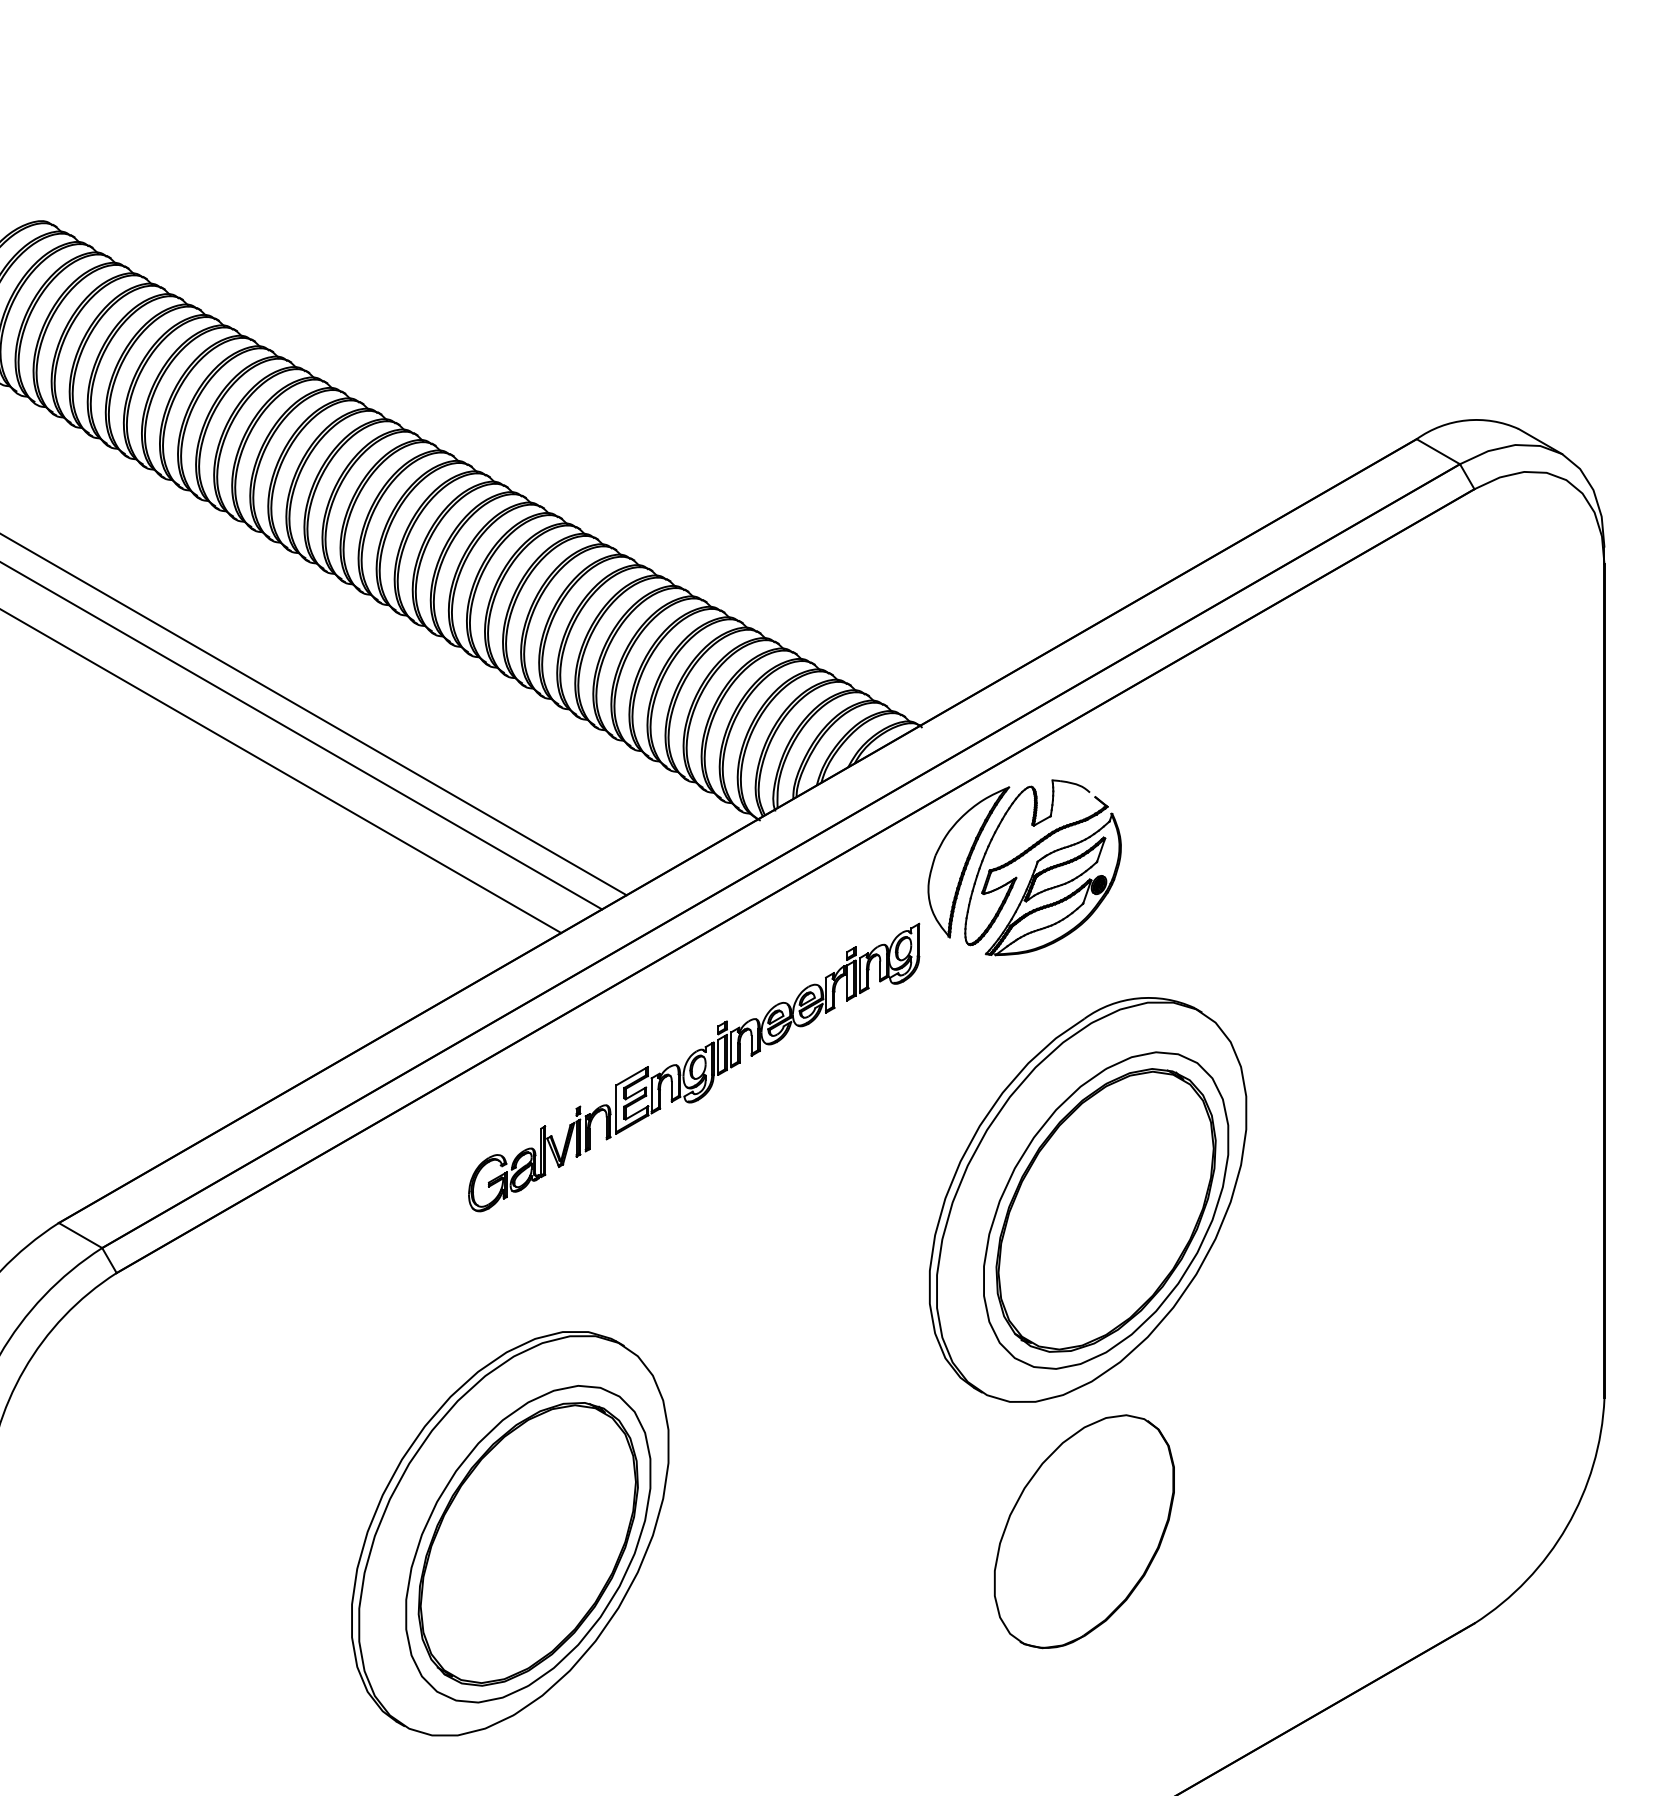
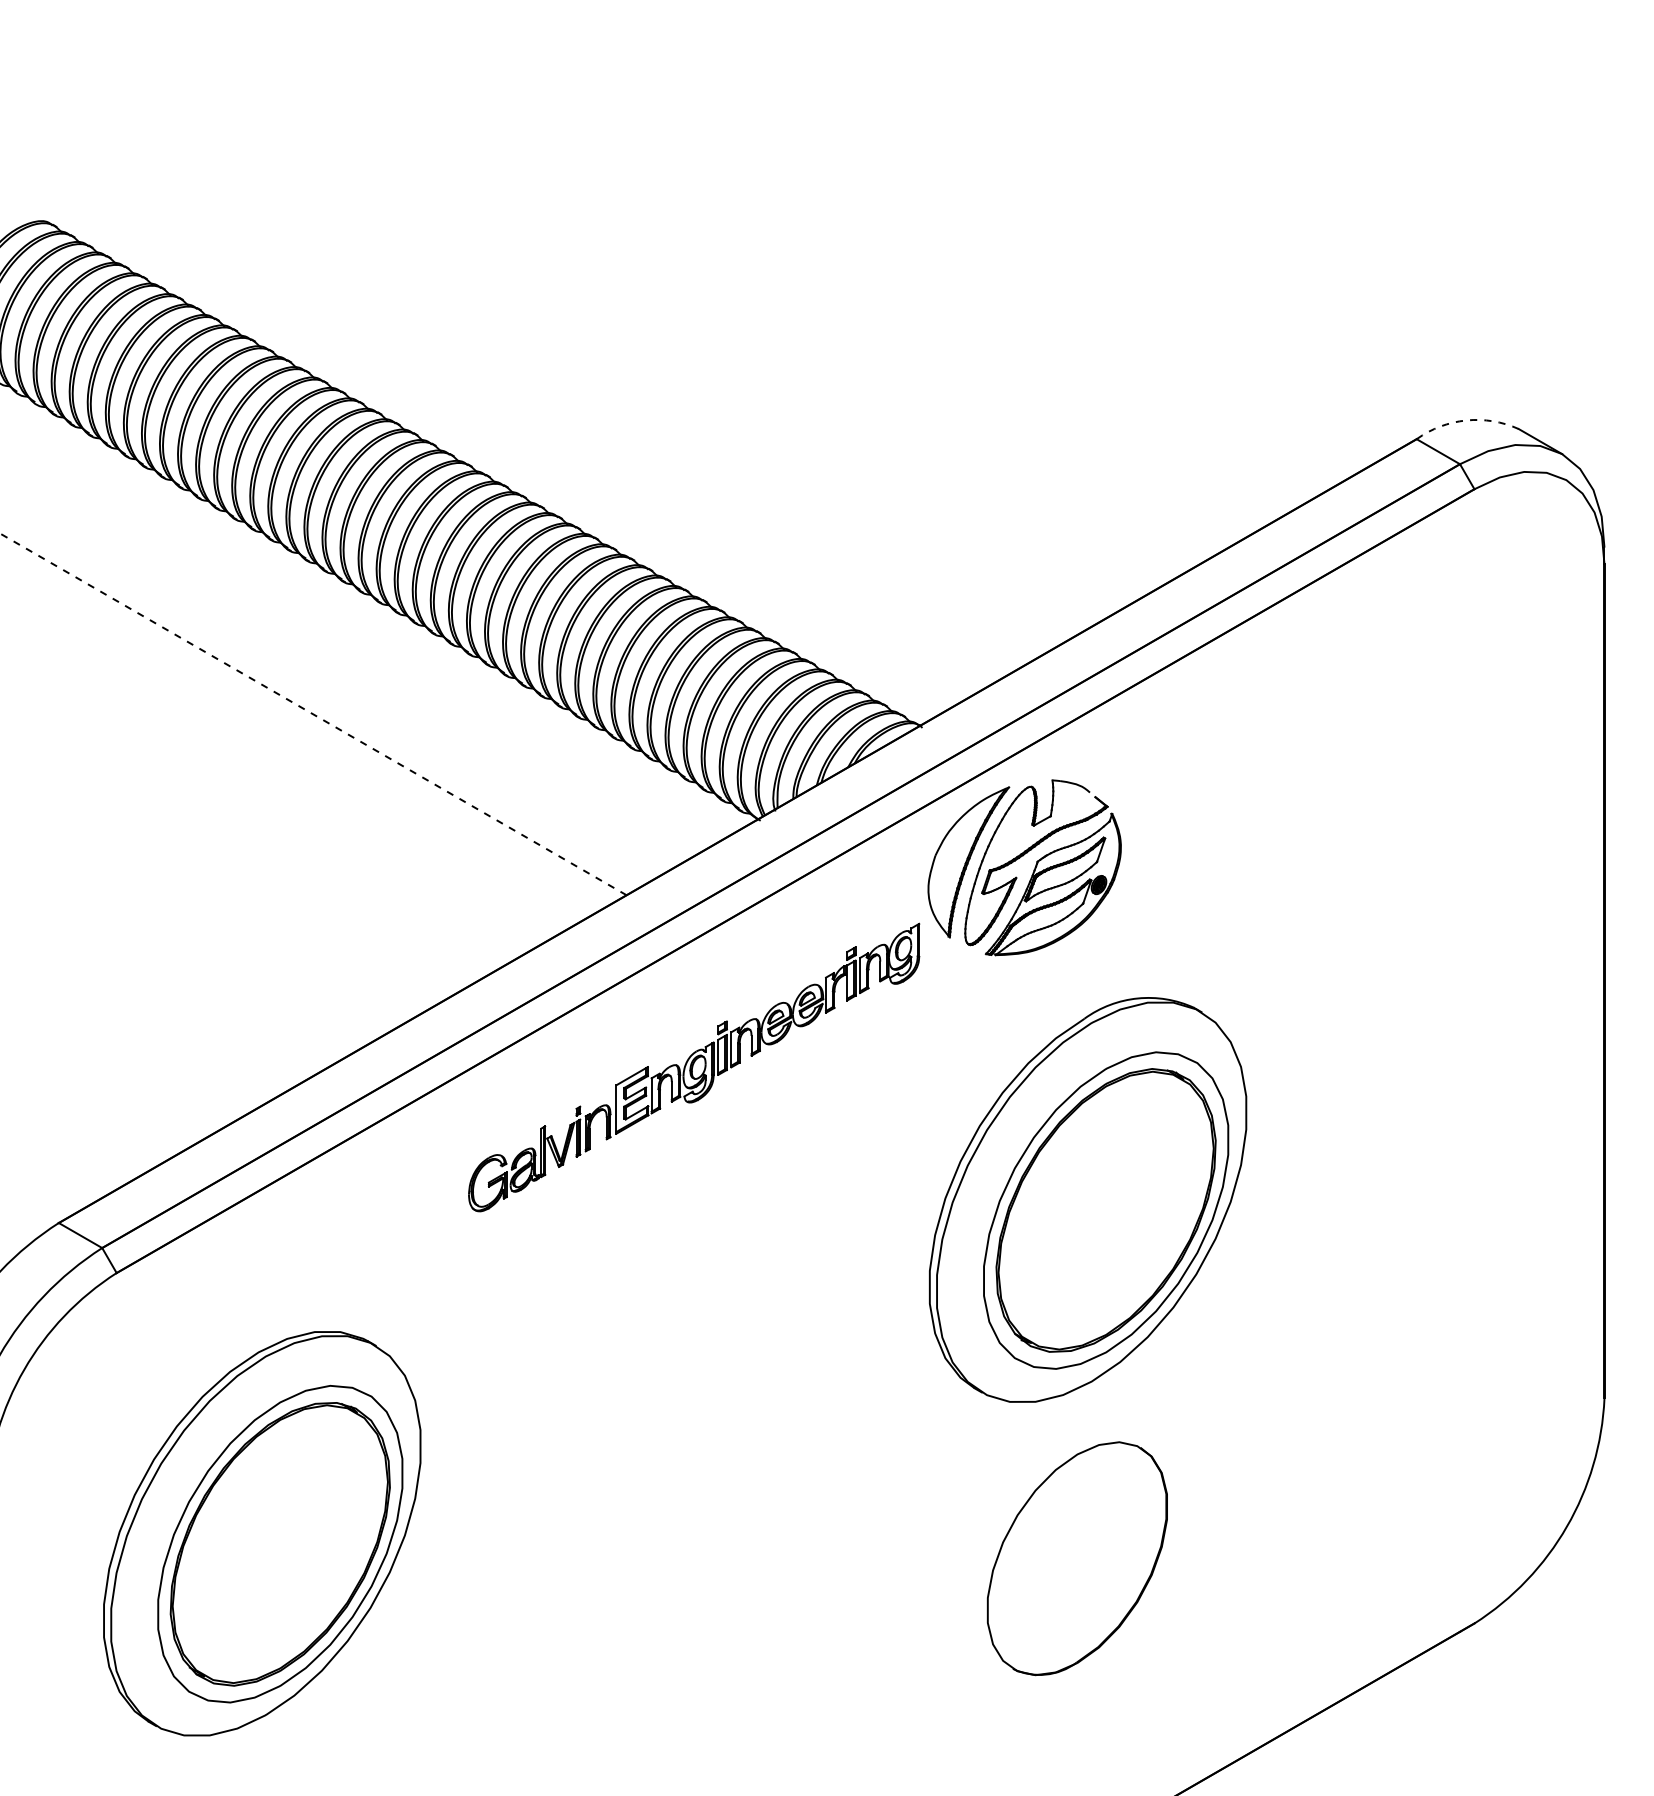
arc at (1466, 420): solid -> dashed
line at (313, 714): solid -> dashed
line at (302, 736): present -> none
line at (281, 771): present -> none
part at (1083, 1531) position: (1083, 1531) -> (1076, 1558)
part at (510, 1533) position: (510, 1533) -> (262, 1533)
